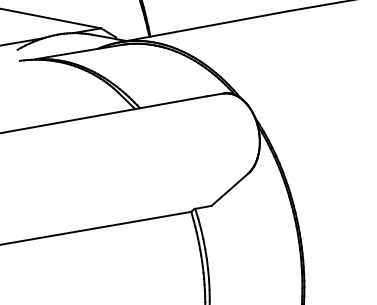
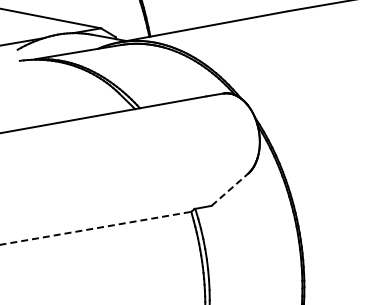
line at (230, 189): solid -> dashed
line at (95, 228): solid -> dashed
